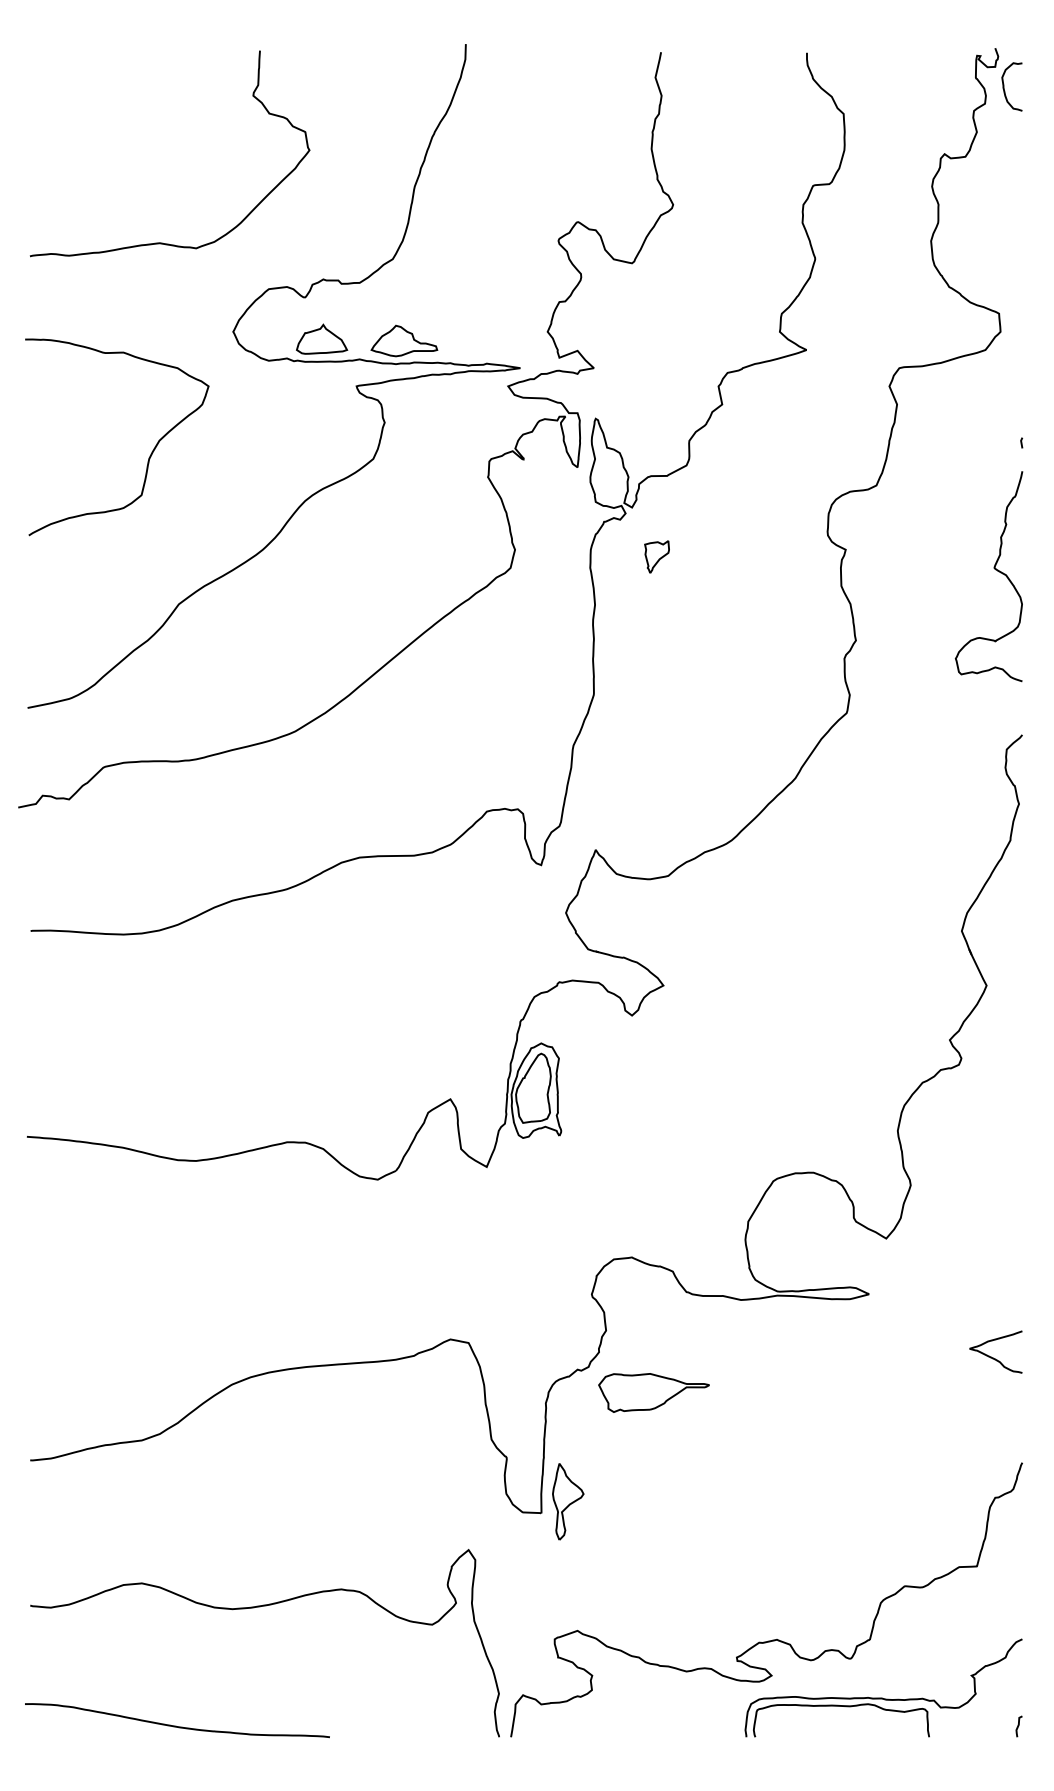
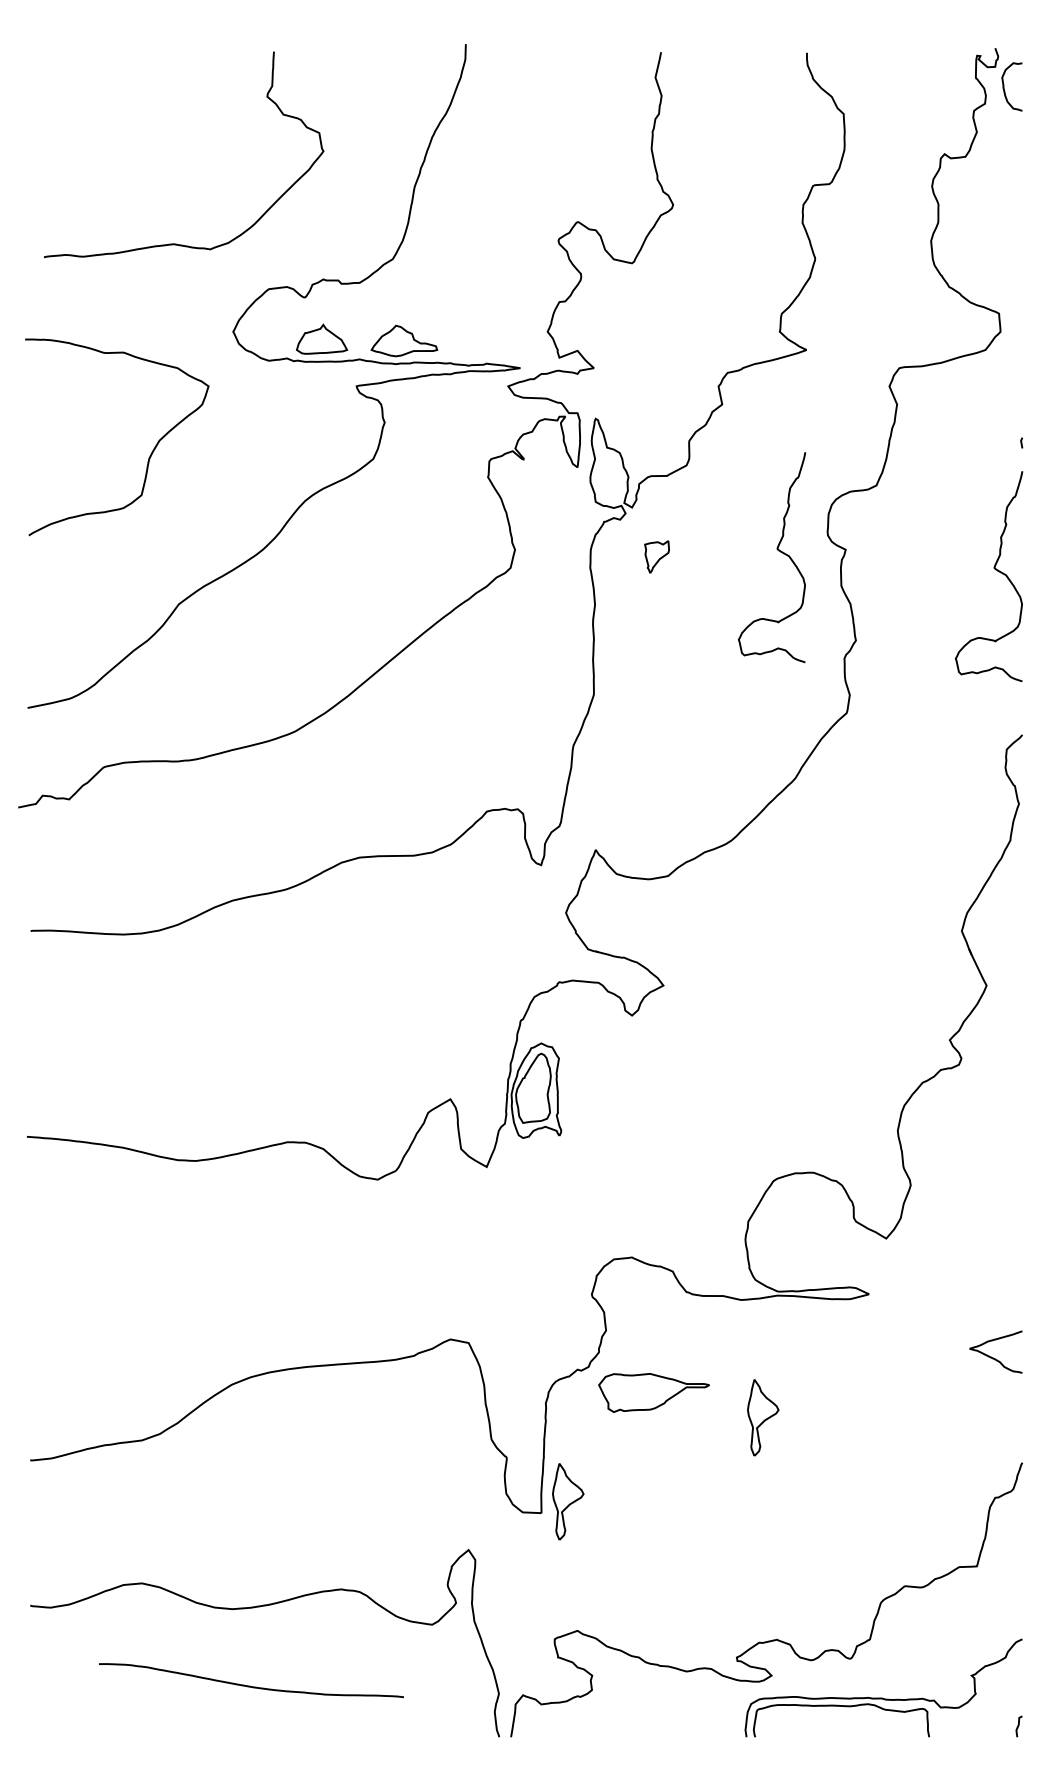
curve at (162, 242) position: (162, 242) -> (176, 243)
curve at (777, 550): none -> present
part at (763, 1417): none -> present
curve at (176, 1725) position: (176, 1725) -> (250, 1685)
